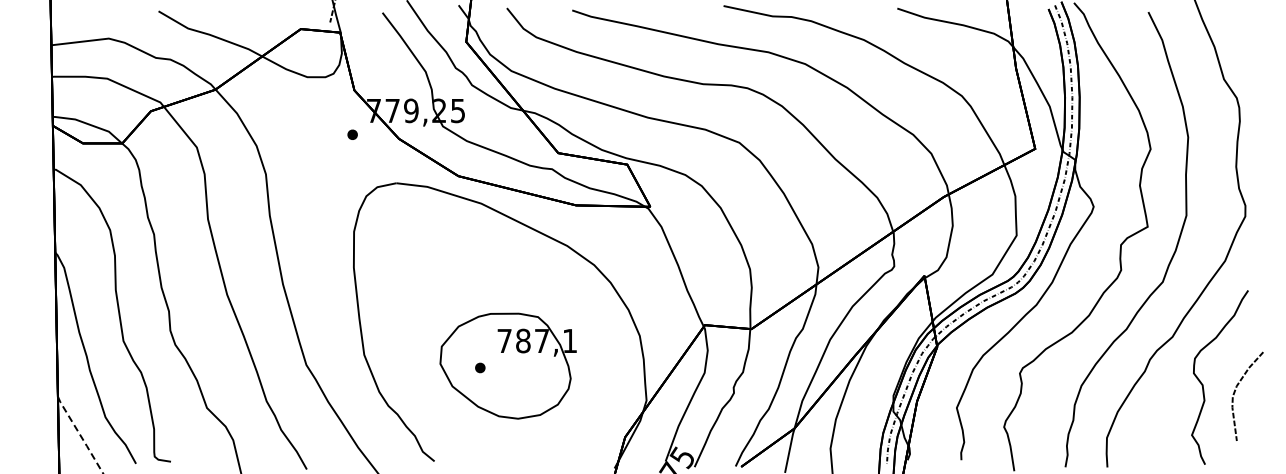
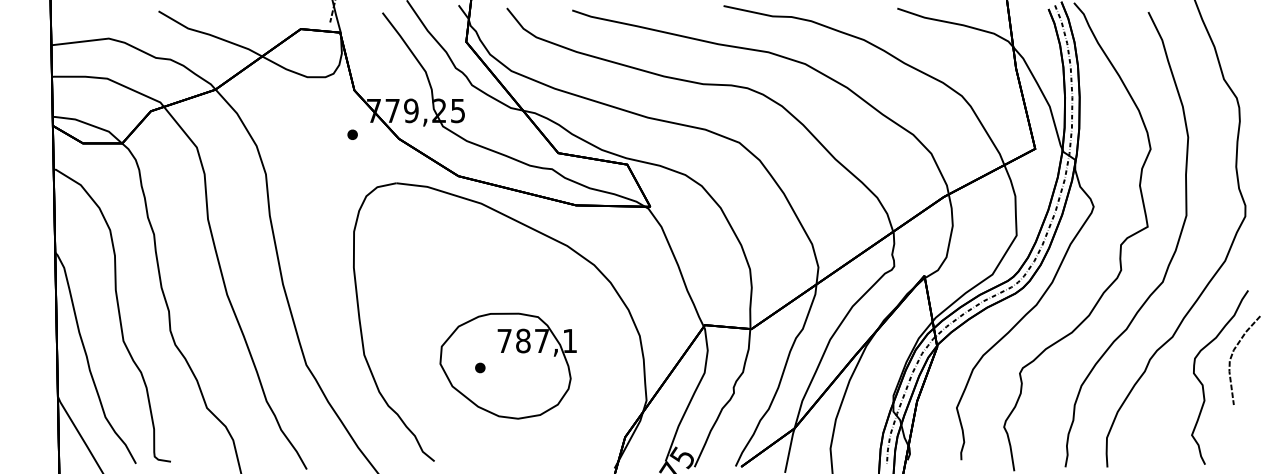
curve at (1236, 390) position: (1236, 390) -> (1233, 354)
line at (80, 435): dashed -> solid
